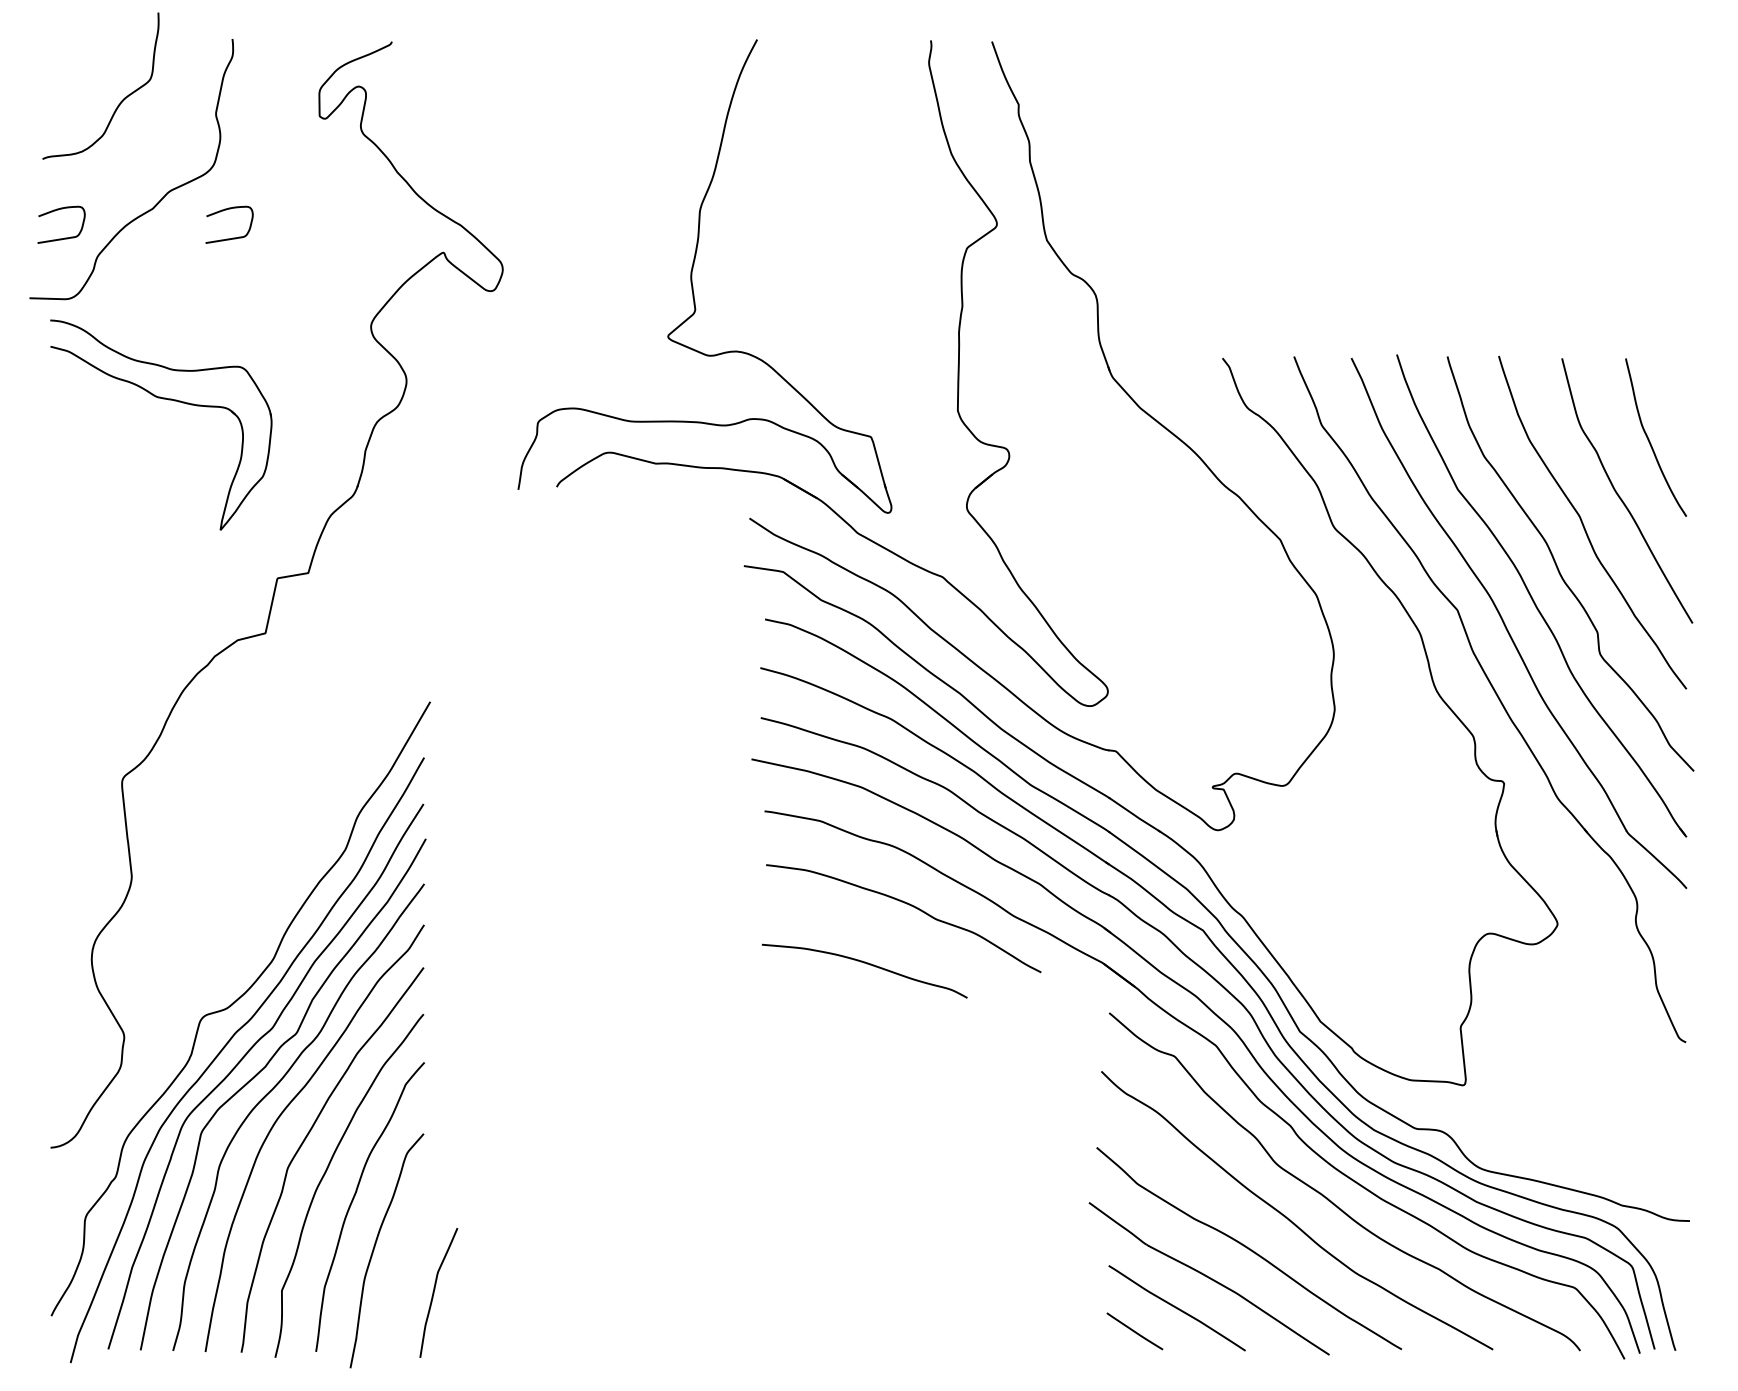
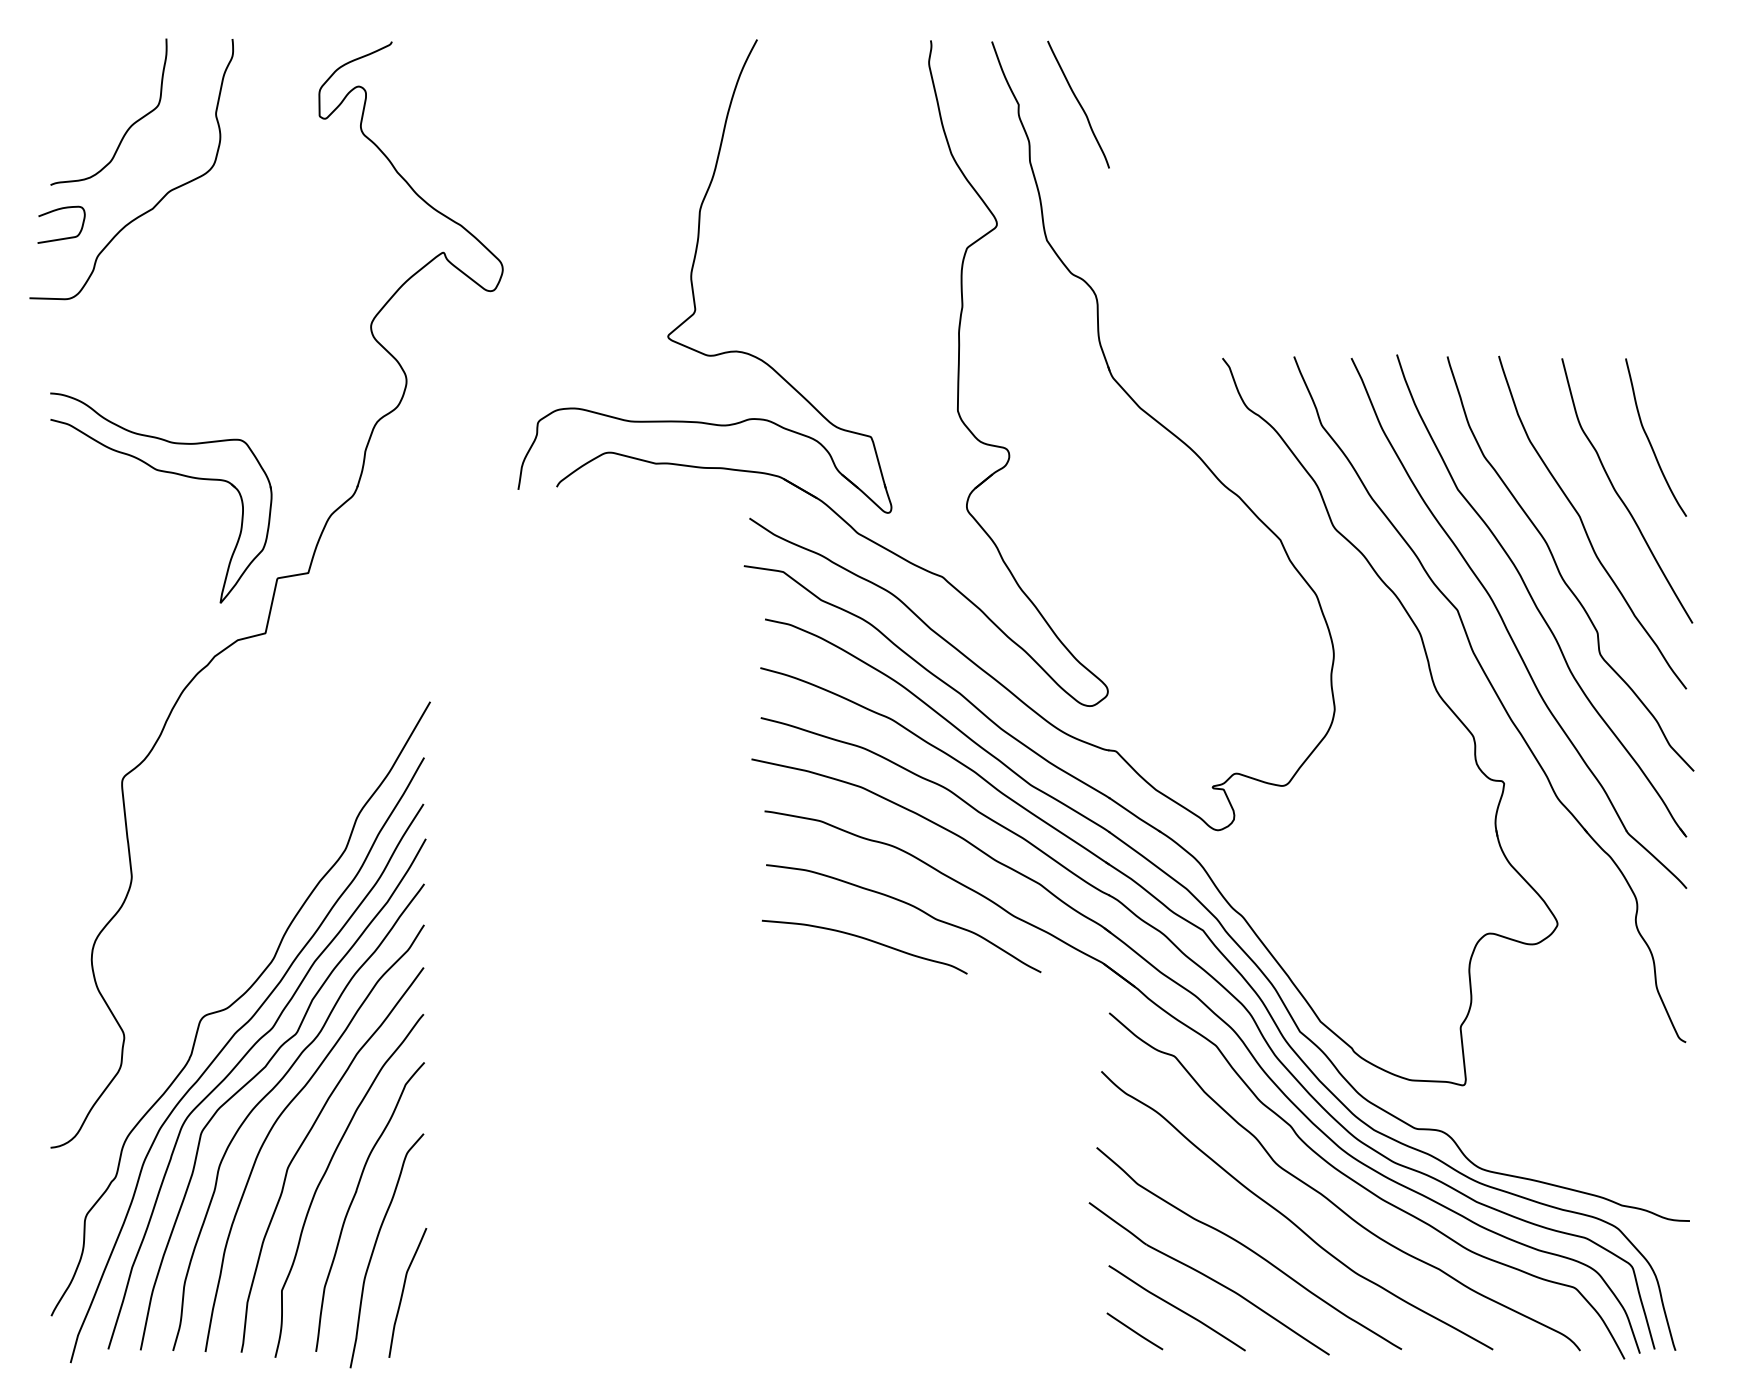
curve at (120, 101) position: (120, 101) -> (128, 127)
curve at (1078, 103): none -> present
curve at (232, 237): present -> none
part at (168, 400) position: (168, 400) -> (168, 473)
curve at (867, 964) position: (867, 964) -> (867, 940)
curve at (434, 1292) position: (434, 1292) -> (403, 1292)
